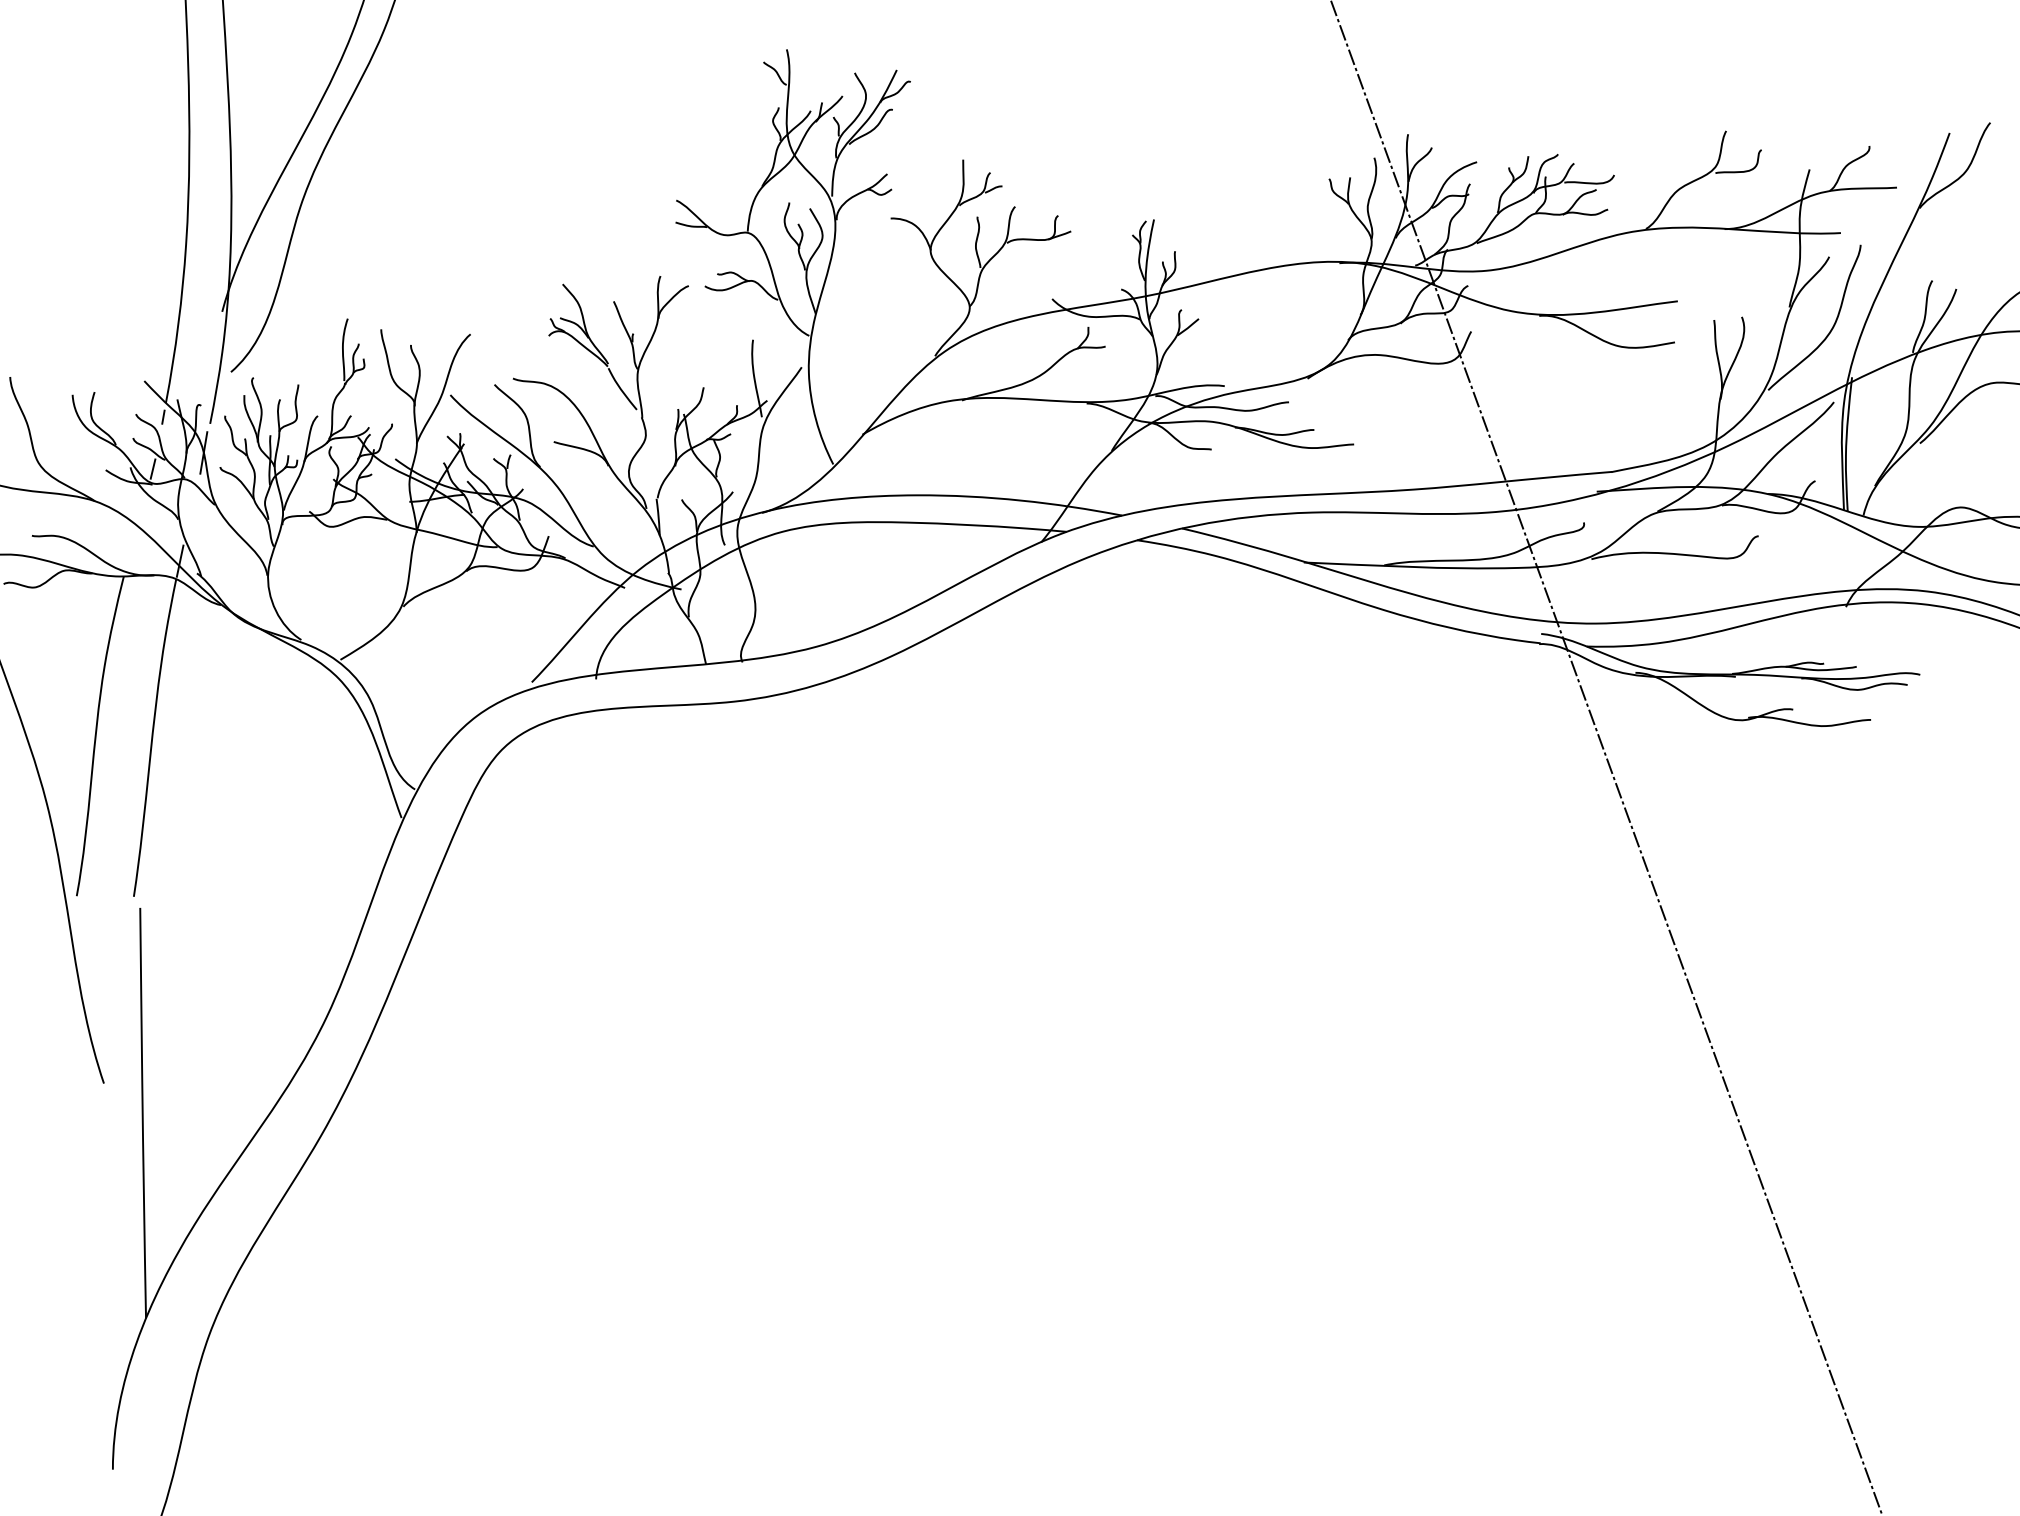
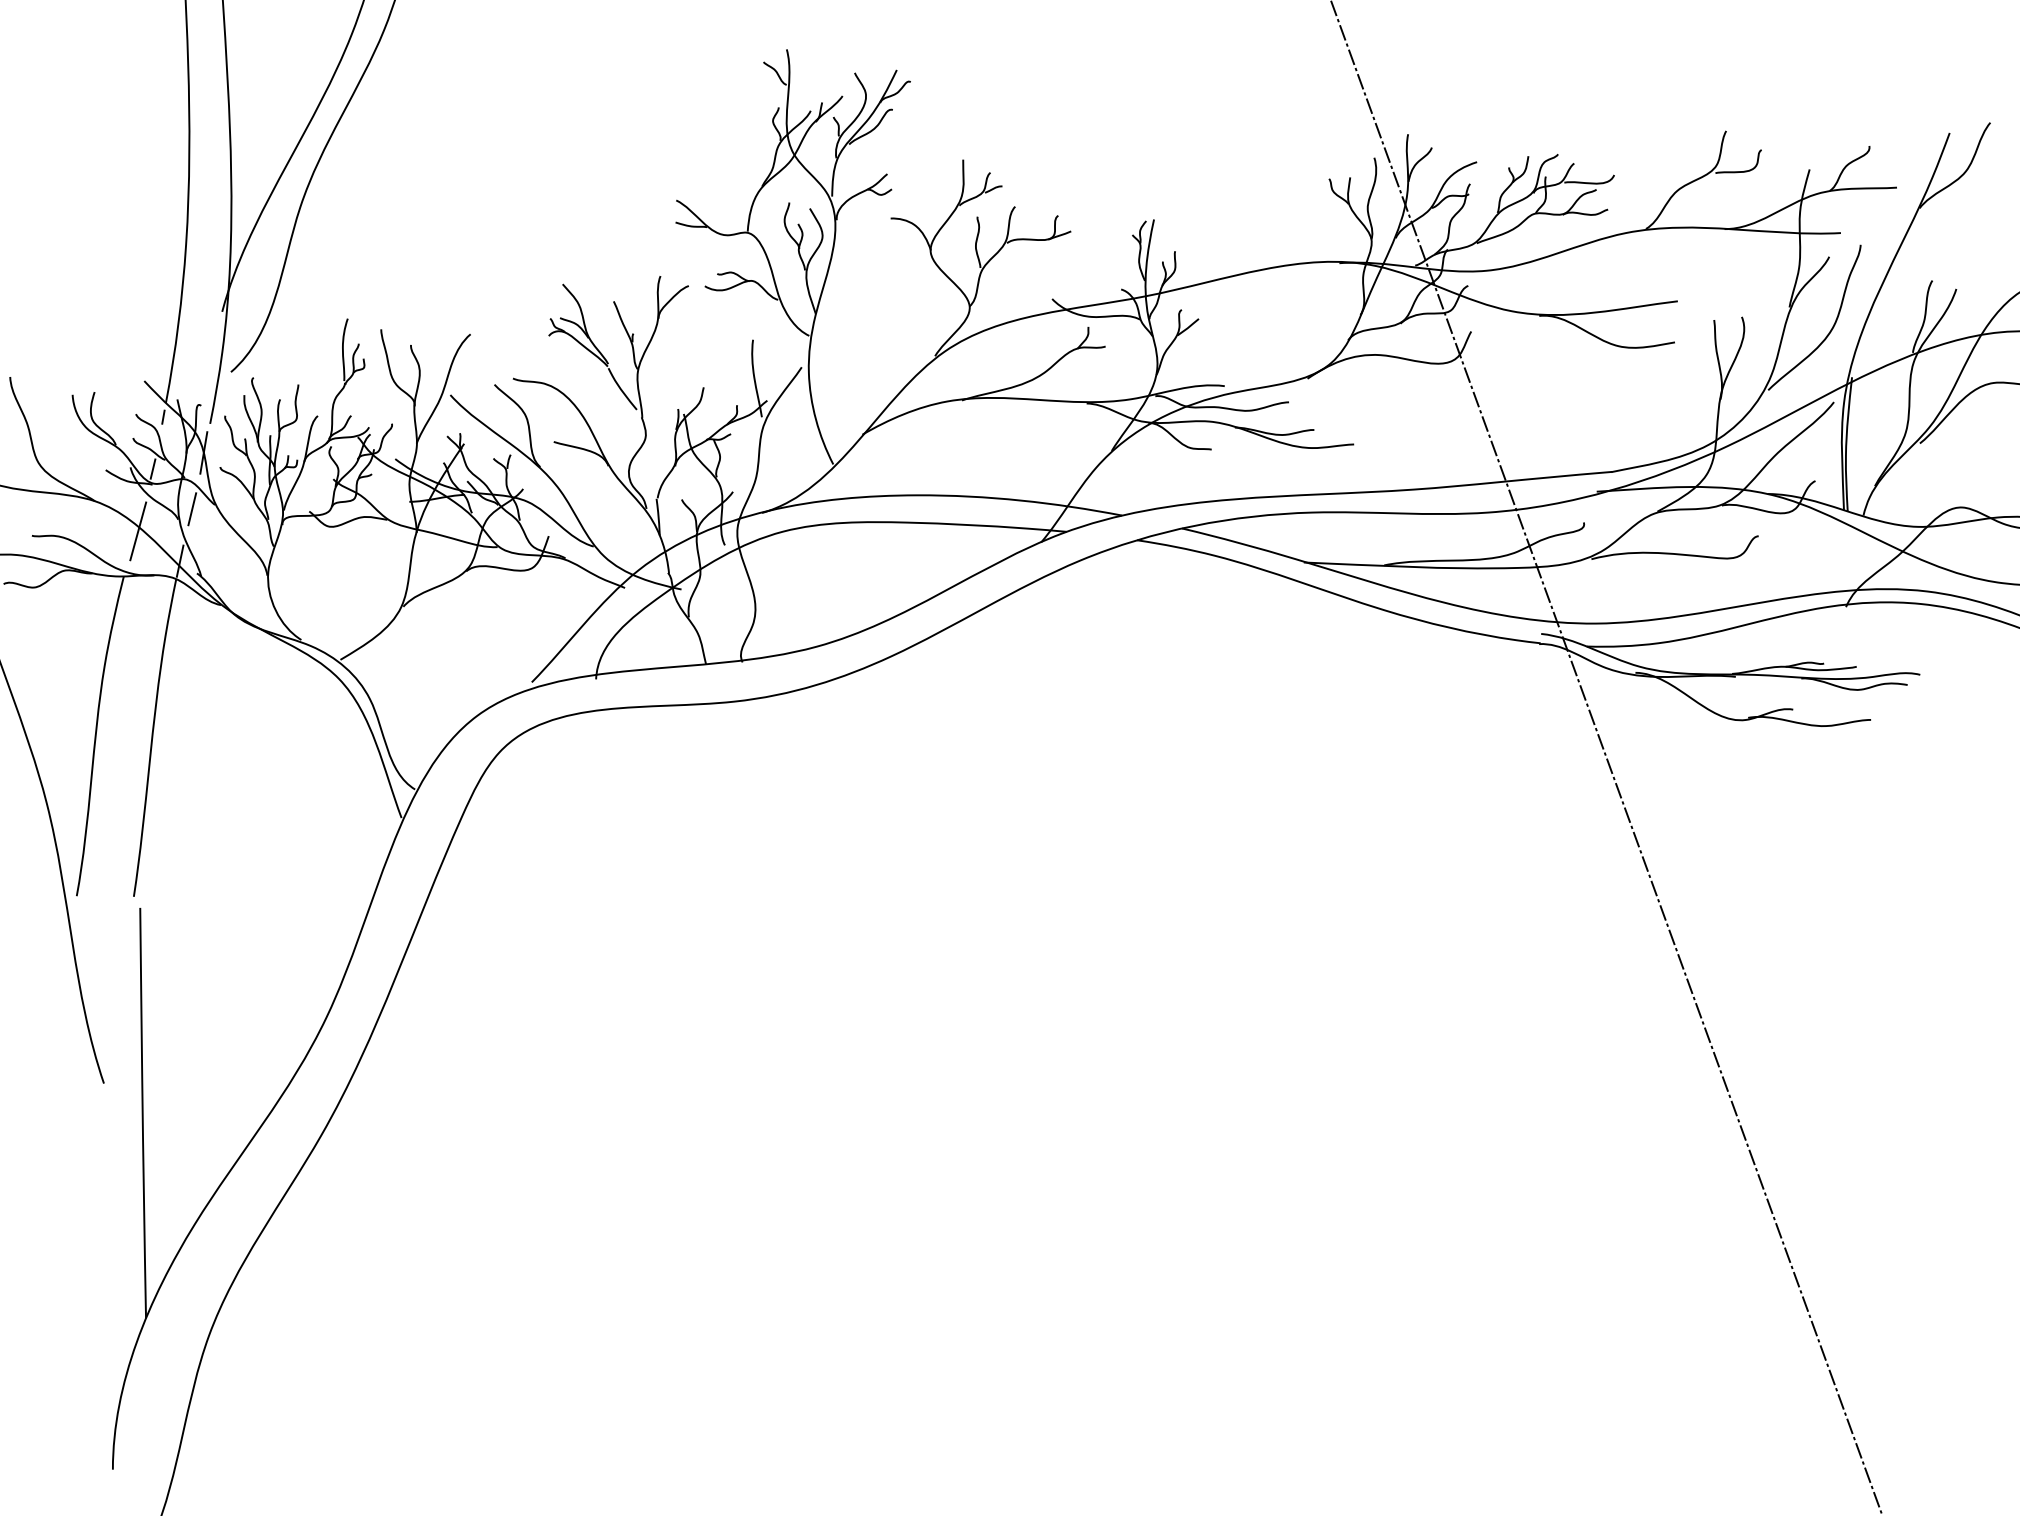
line at (192, 509): none -> present
line at (138, 531): none -> present
